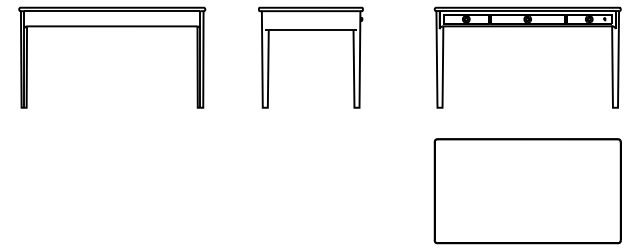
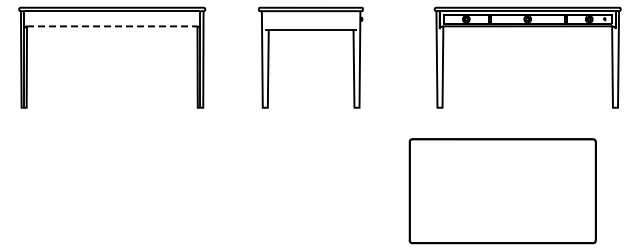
line at (112, 26): solid -> dashed
part at (527, 191) position: (527, 191) -> (502, 191)
